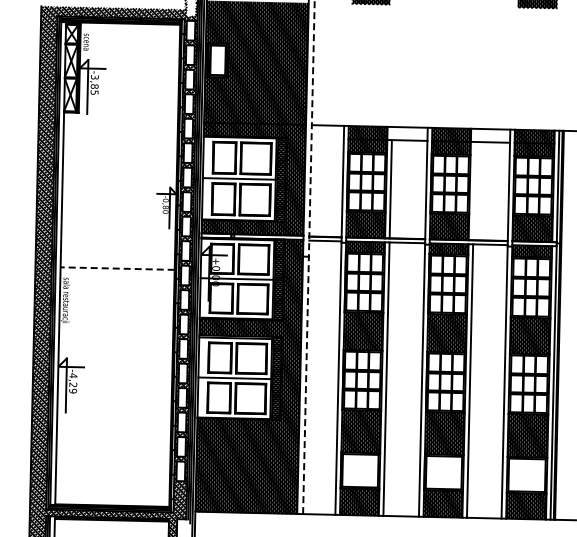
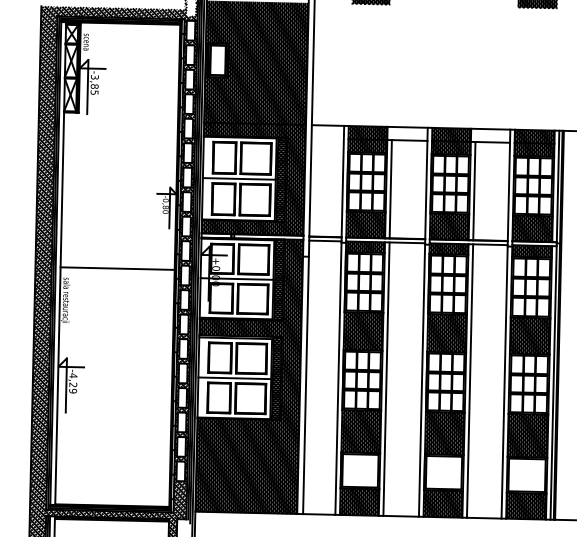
line at (474, 191): none -> present
line at (308, 257): dashed -> solid
line at (117, 268): dashed -> solid
